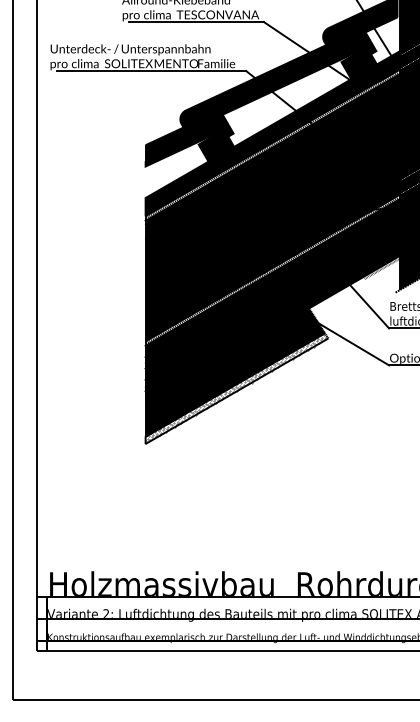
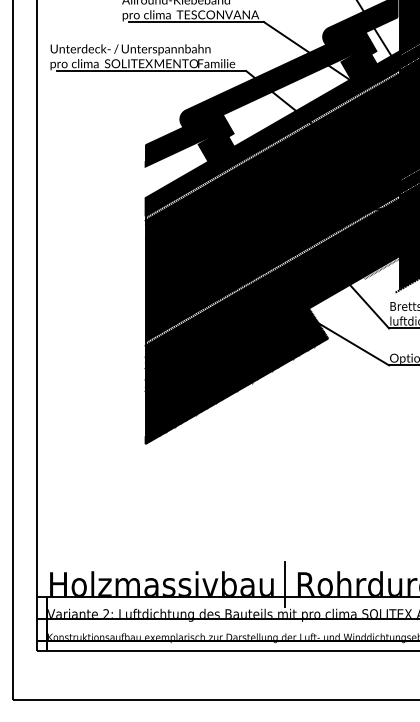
fill at (236, 388): none -> present
line at (285, 584): none -> present
